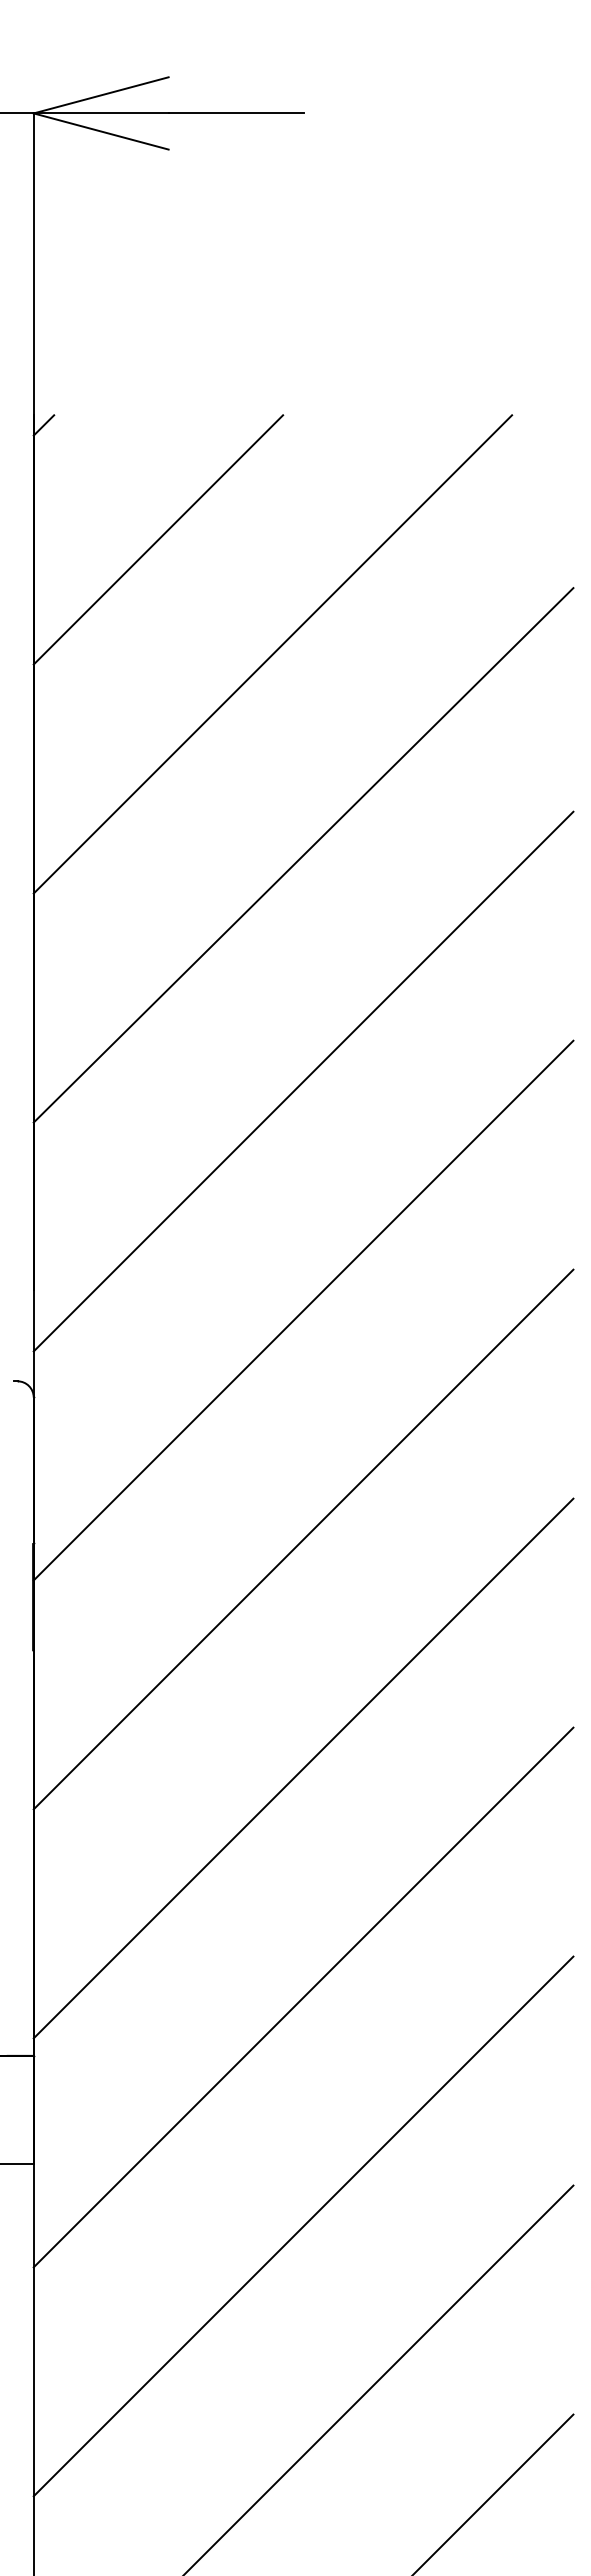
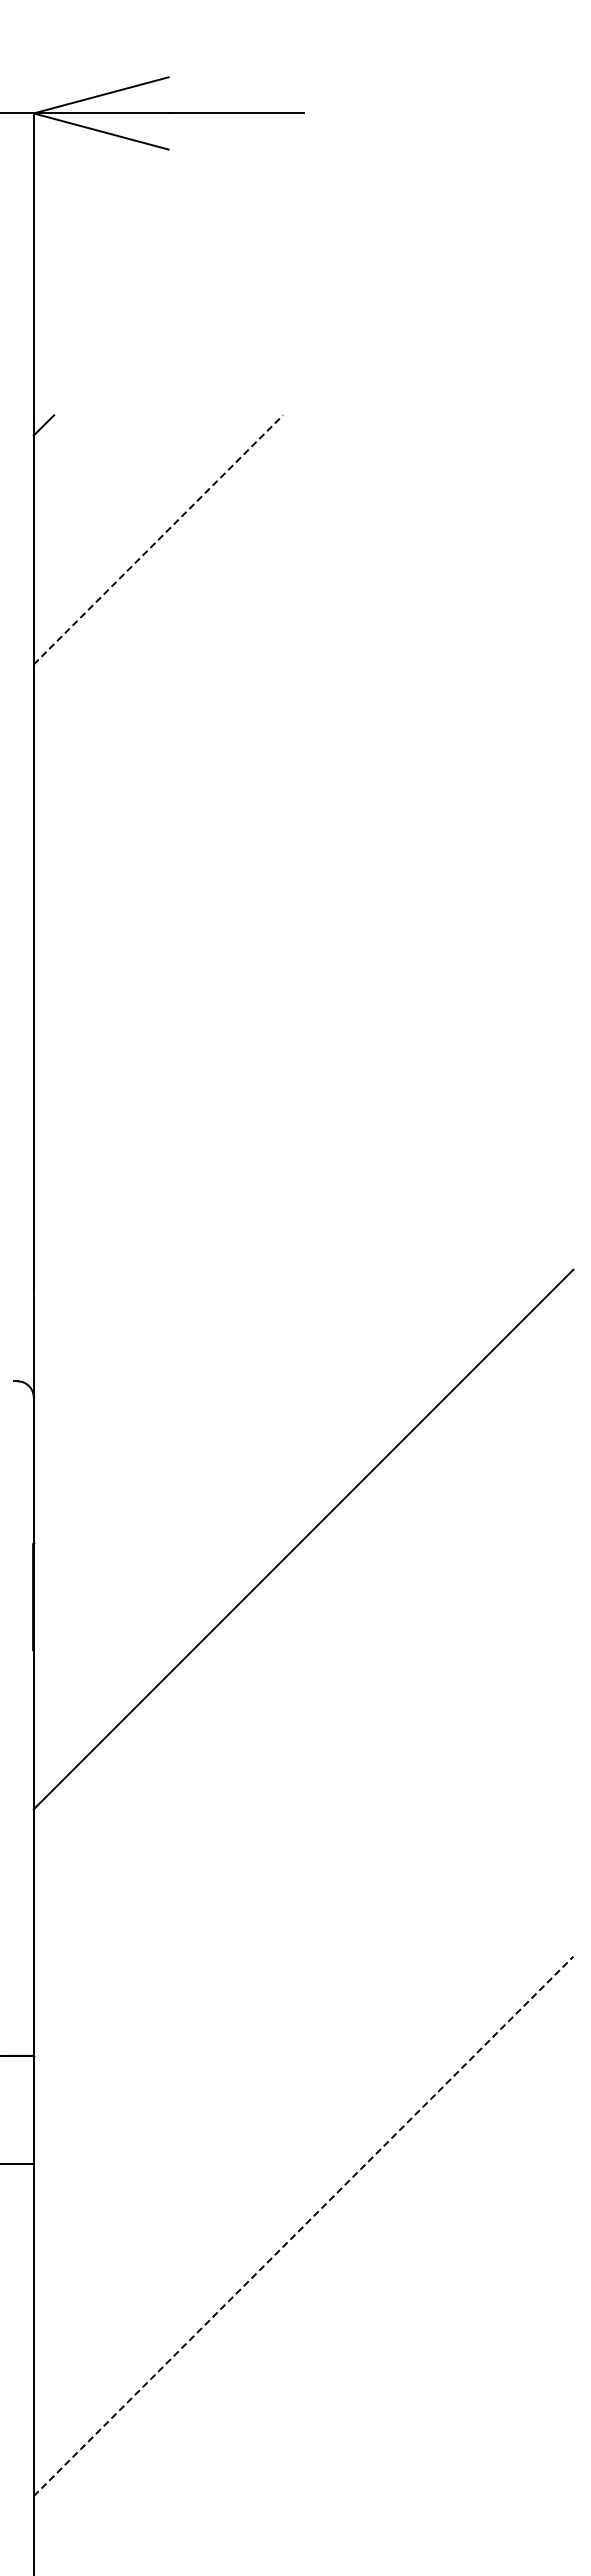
line at (158, 539): solid -> dashed
line at (272, 654): present -> none
line at (303, 855): present -> none
line at (303, 1081): present -> none
line at (303, 1310): present -> none
line at (303, 1768): present -> none
line at (303, 1997): present -> none
line at (303, 2226): solid -> dashed
line at (379, 2378): present -> none
line at (494, 2493): present -> none
